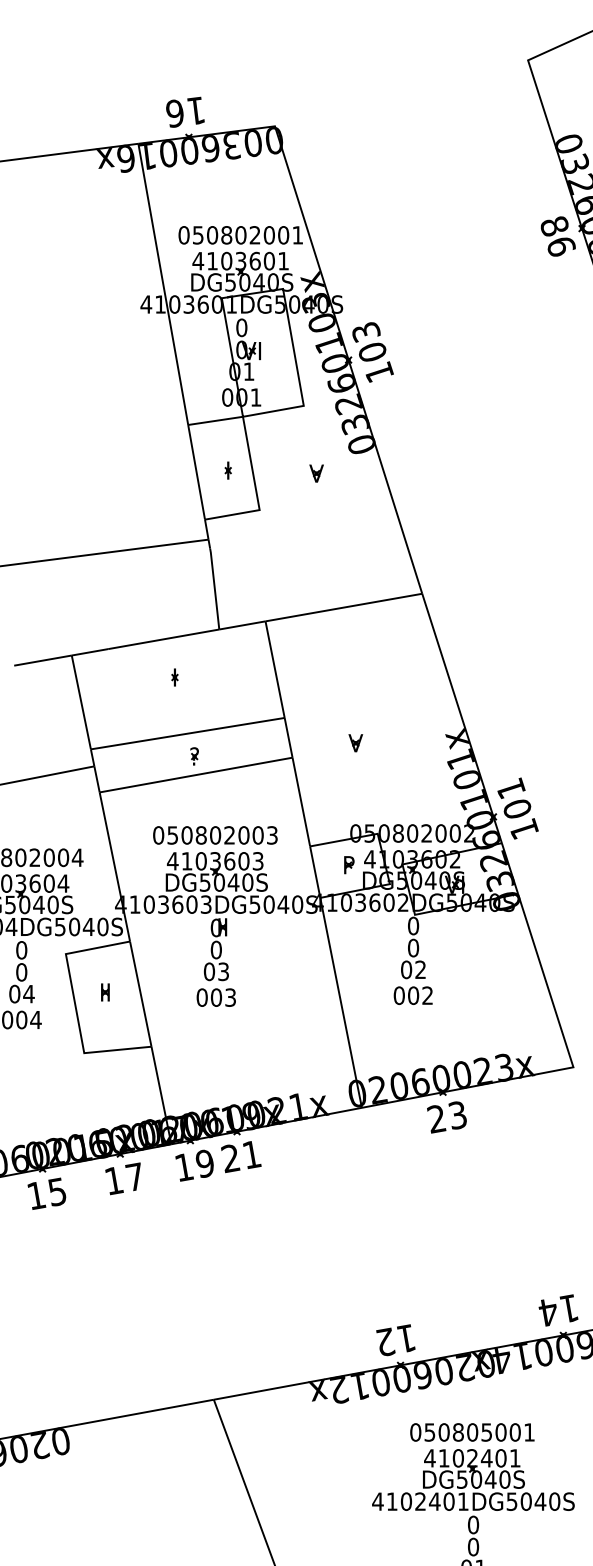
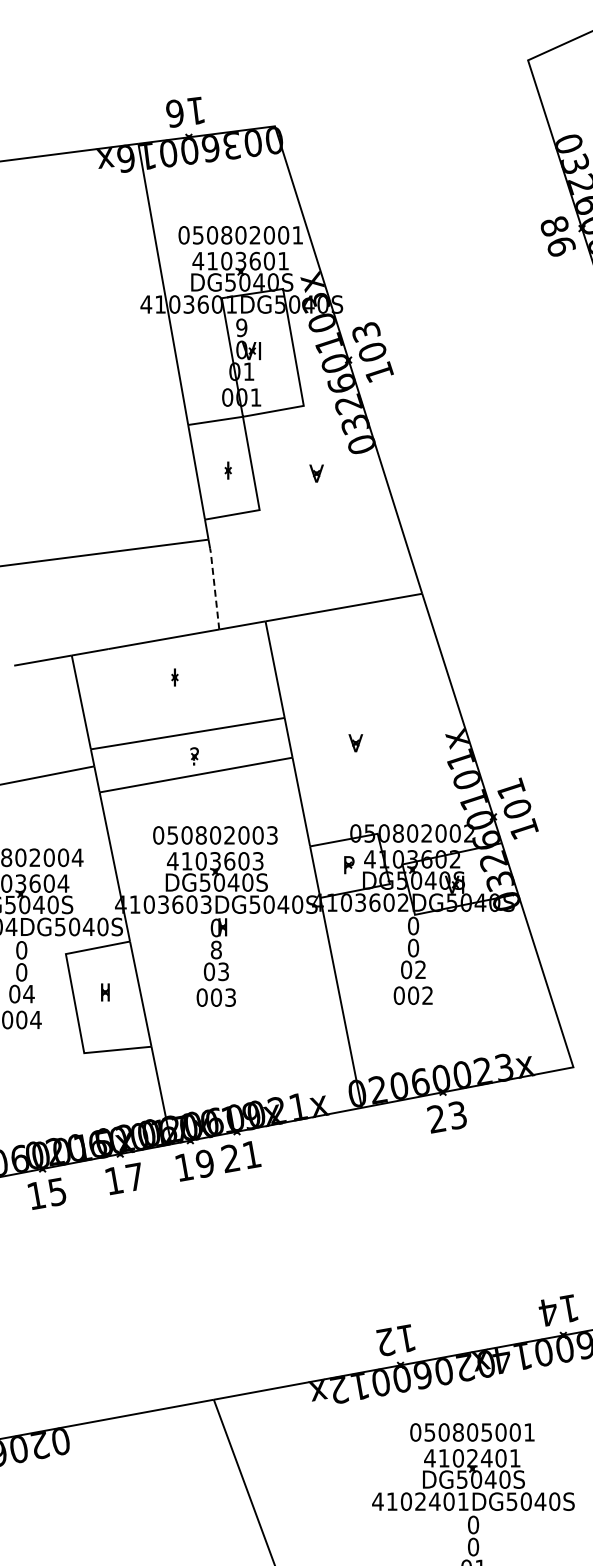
text at (241, 327): 0 -> 9
line at (214, 588): solid -> dashed
text at (215, 950): 0 -> 8
